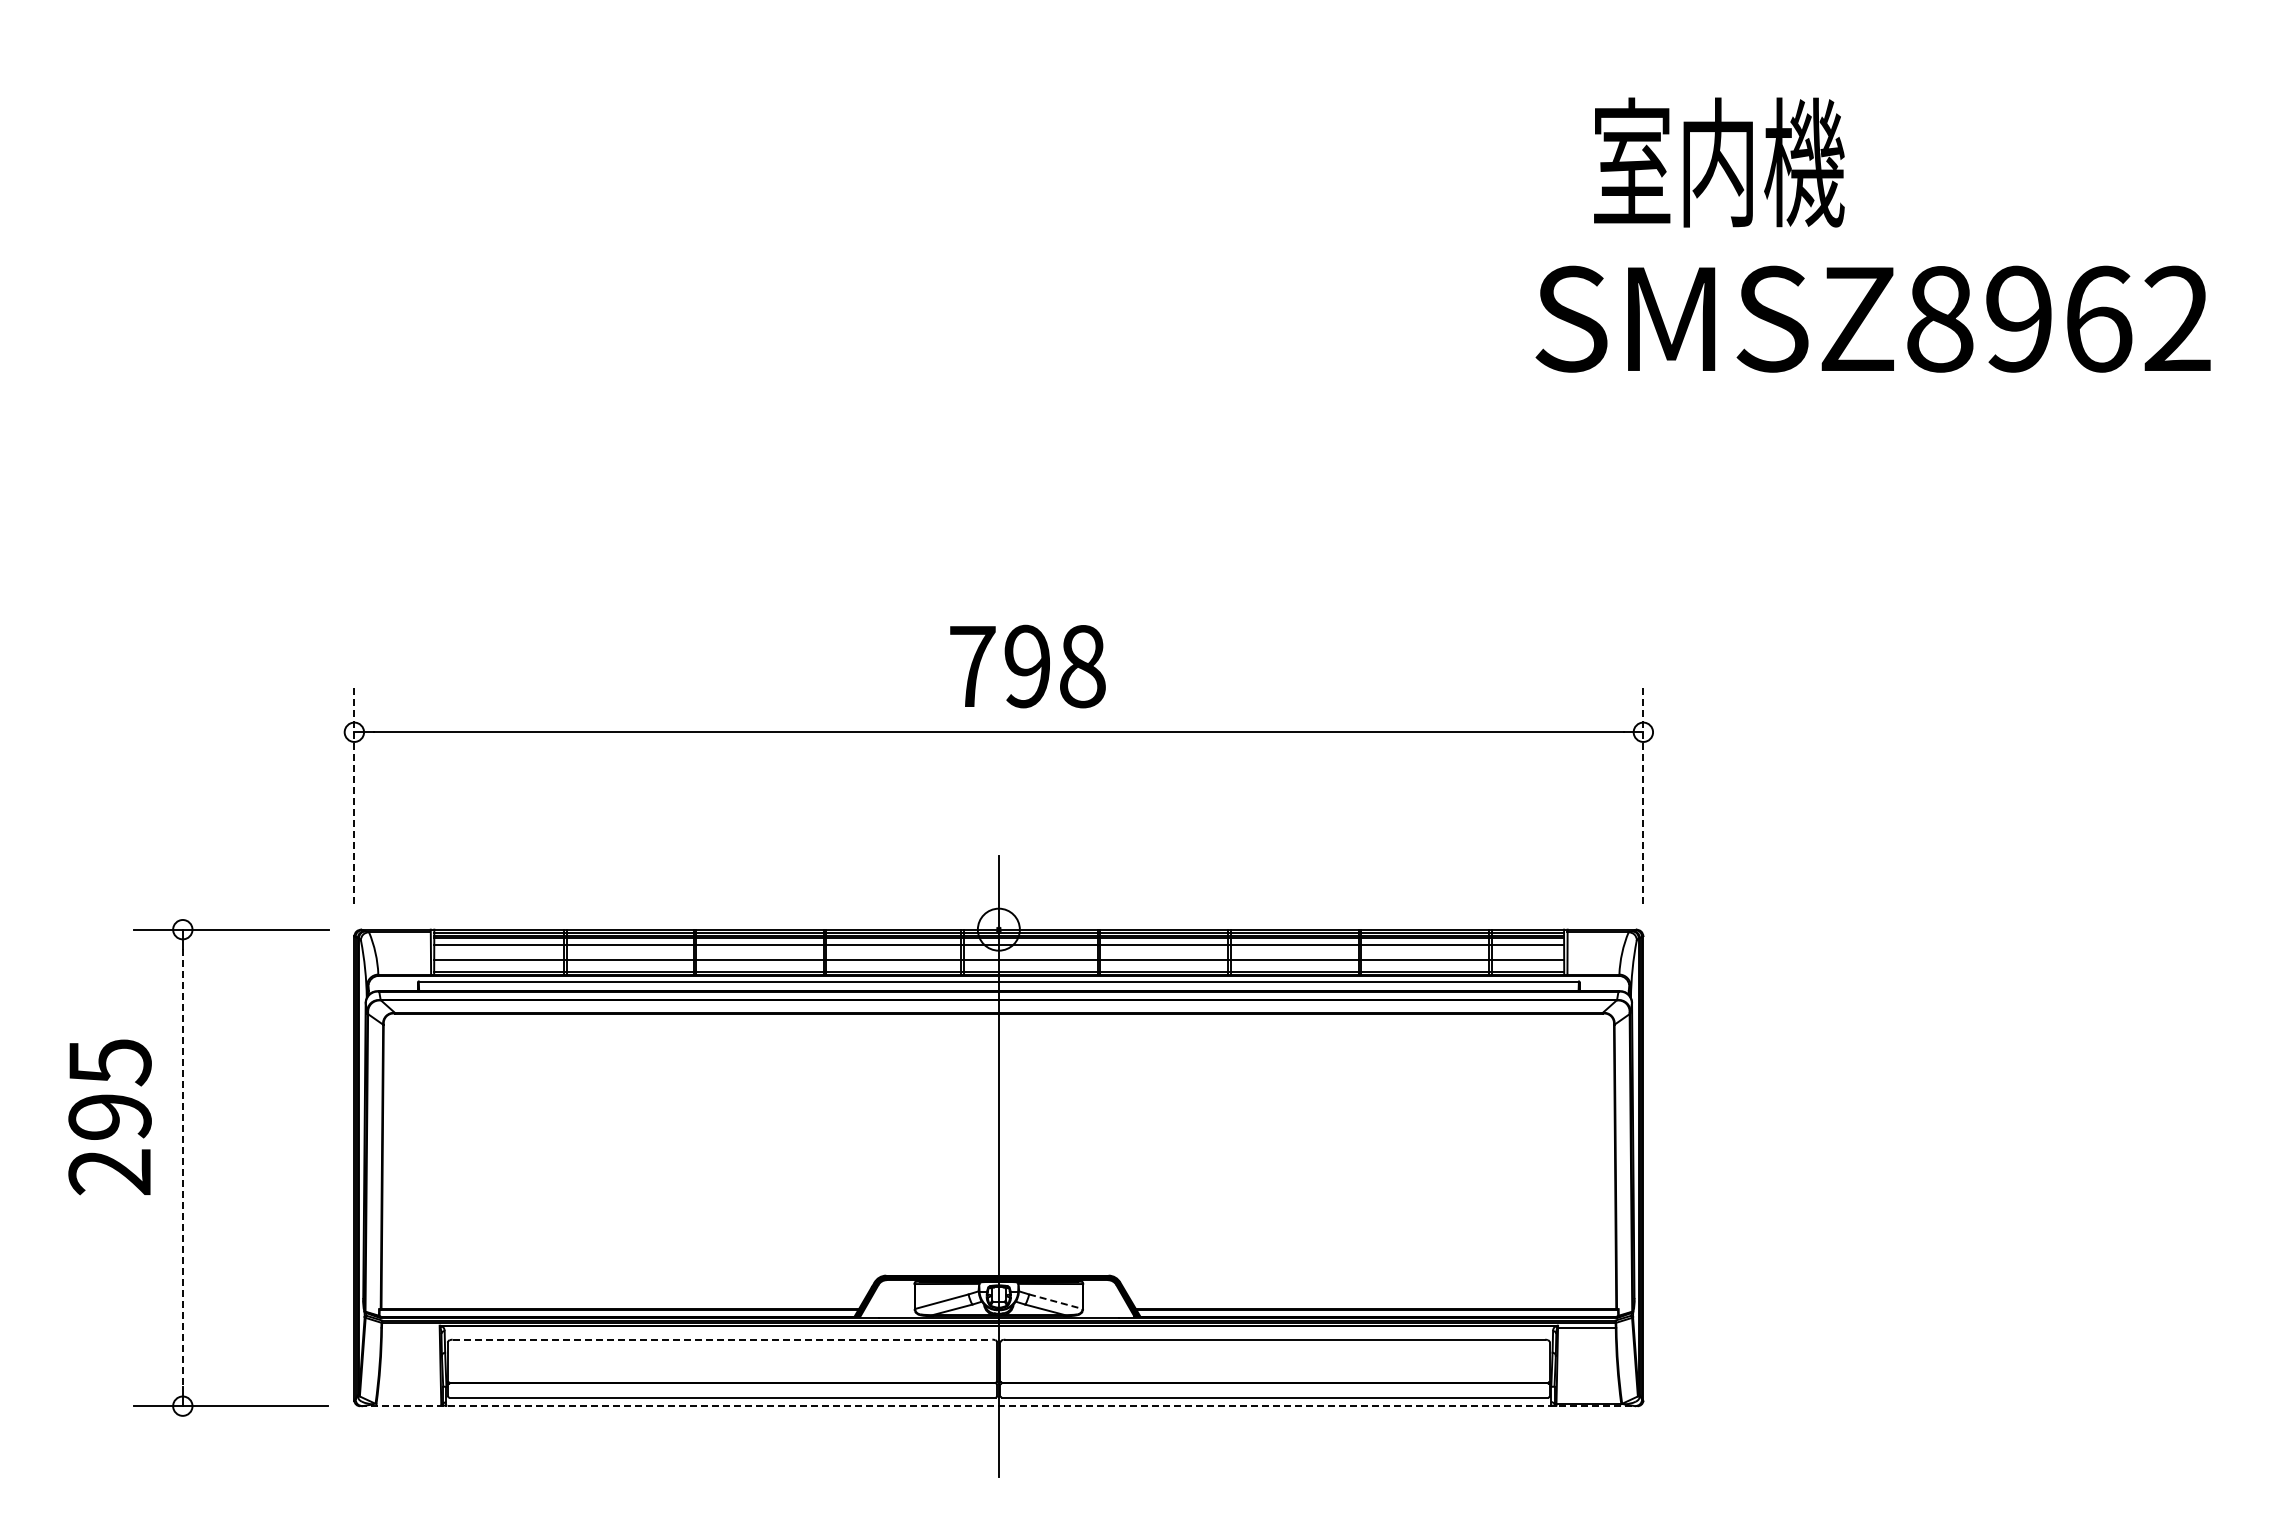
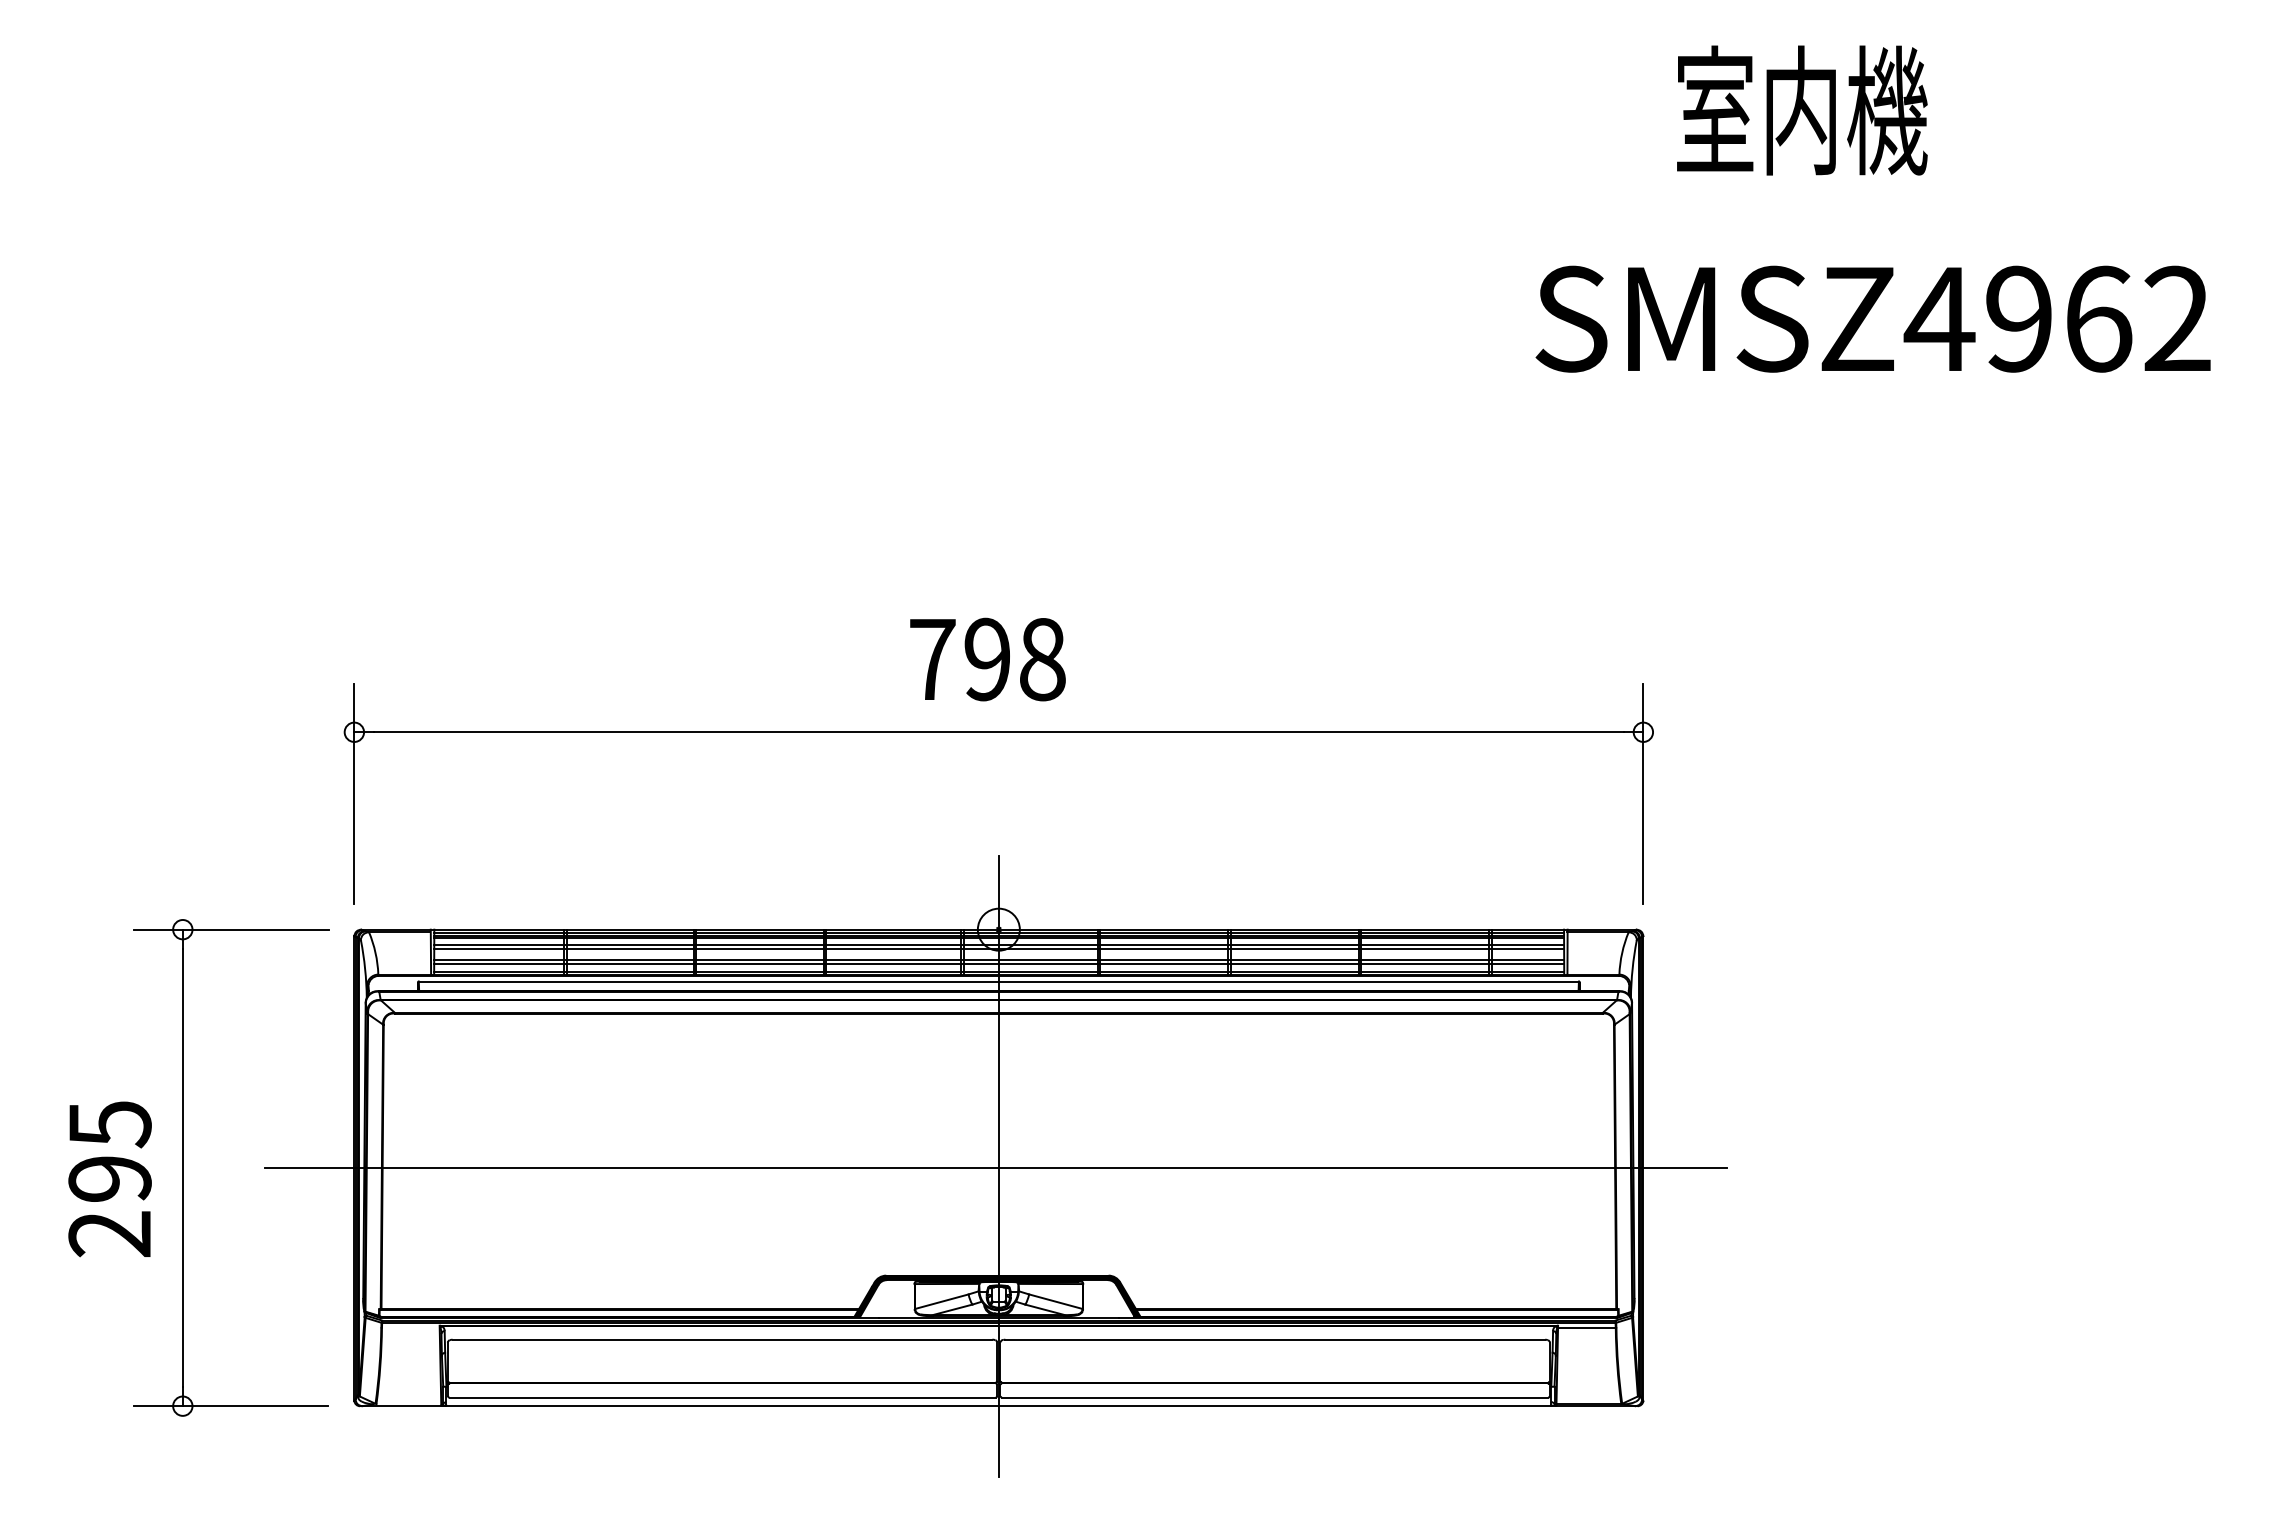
text at (1719, 162) position: (1719, 162) -> (1802, 110)
text at (1939, 319): SMSZ8962 -> SMSZ4962
text at (1027, 666) position: (1027, 666) -> (987, 659)
line at (354, 793): dashed -> solid
line at (1643, 793): dashed -> solid
line at (999, 948): none -> present
line at (999, 963): none -> present
text at (109, 1117) position: (109, 1117) -> (109, 1179)
line at (182, 1167): dashed -> solid
line at (995, 1168): none -> present
line at (1055, 1301): dashed -> solid
line at (722, 1339): dashed -> solid
line at (998, 1406): dashed -> solid
